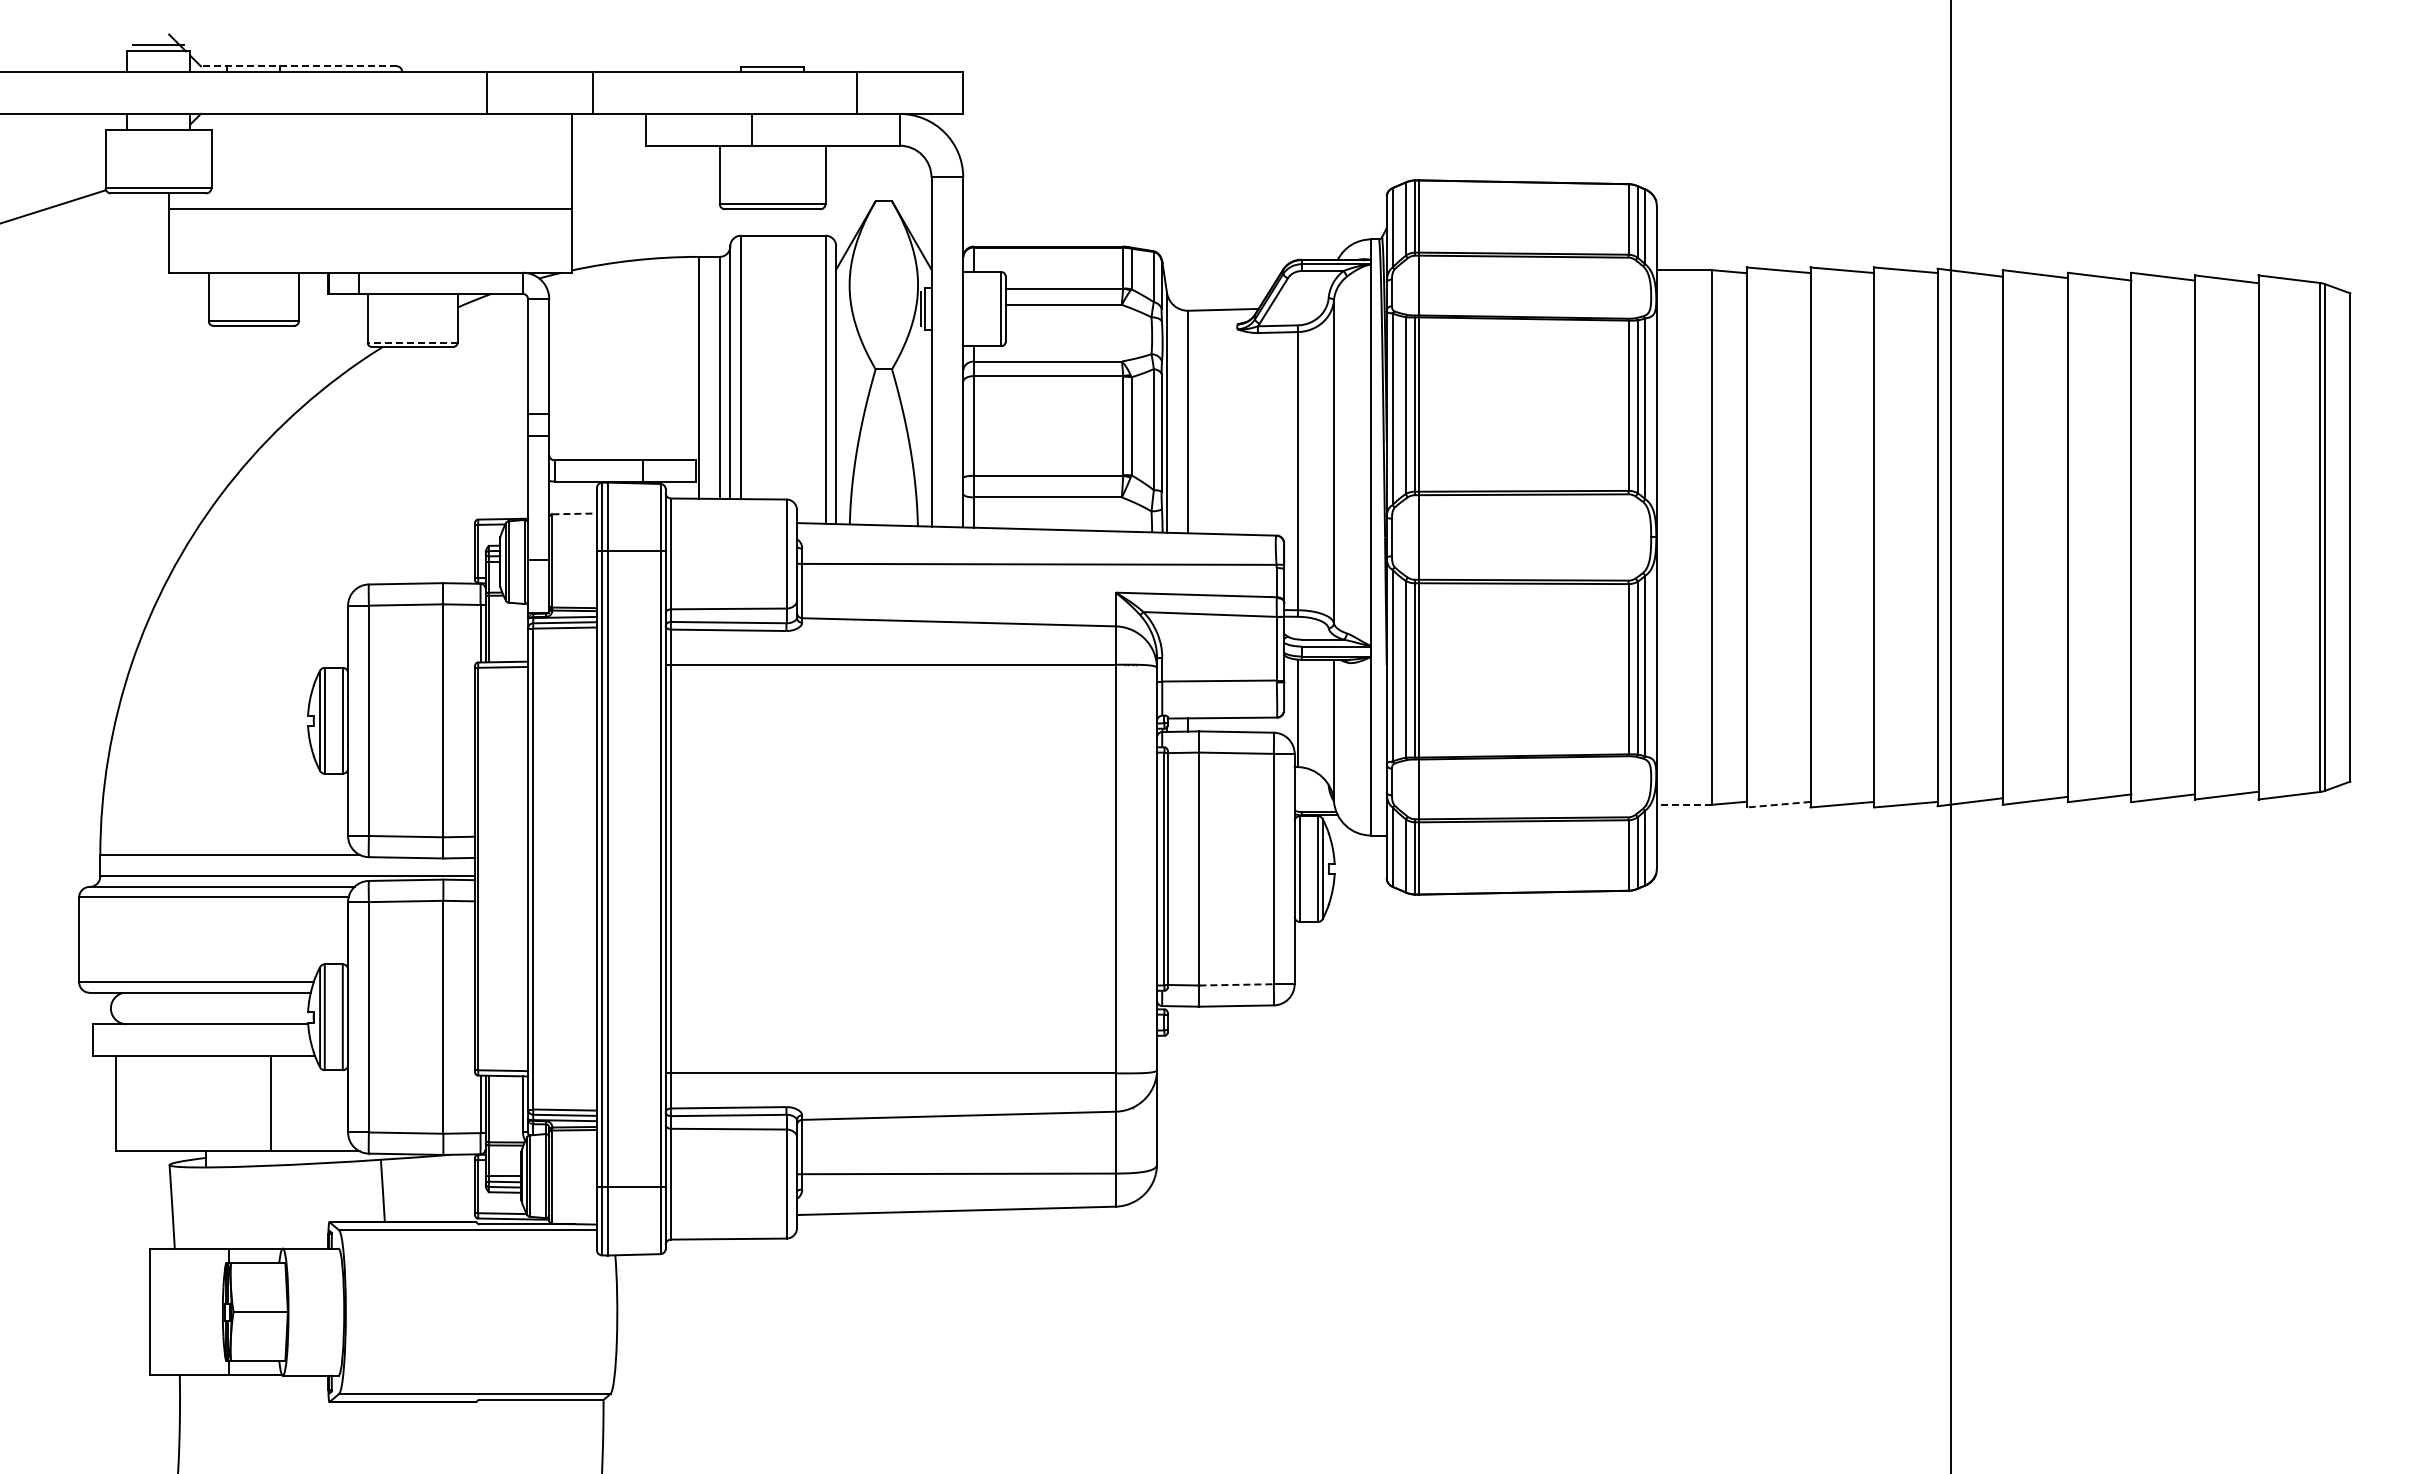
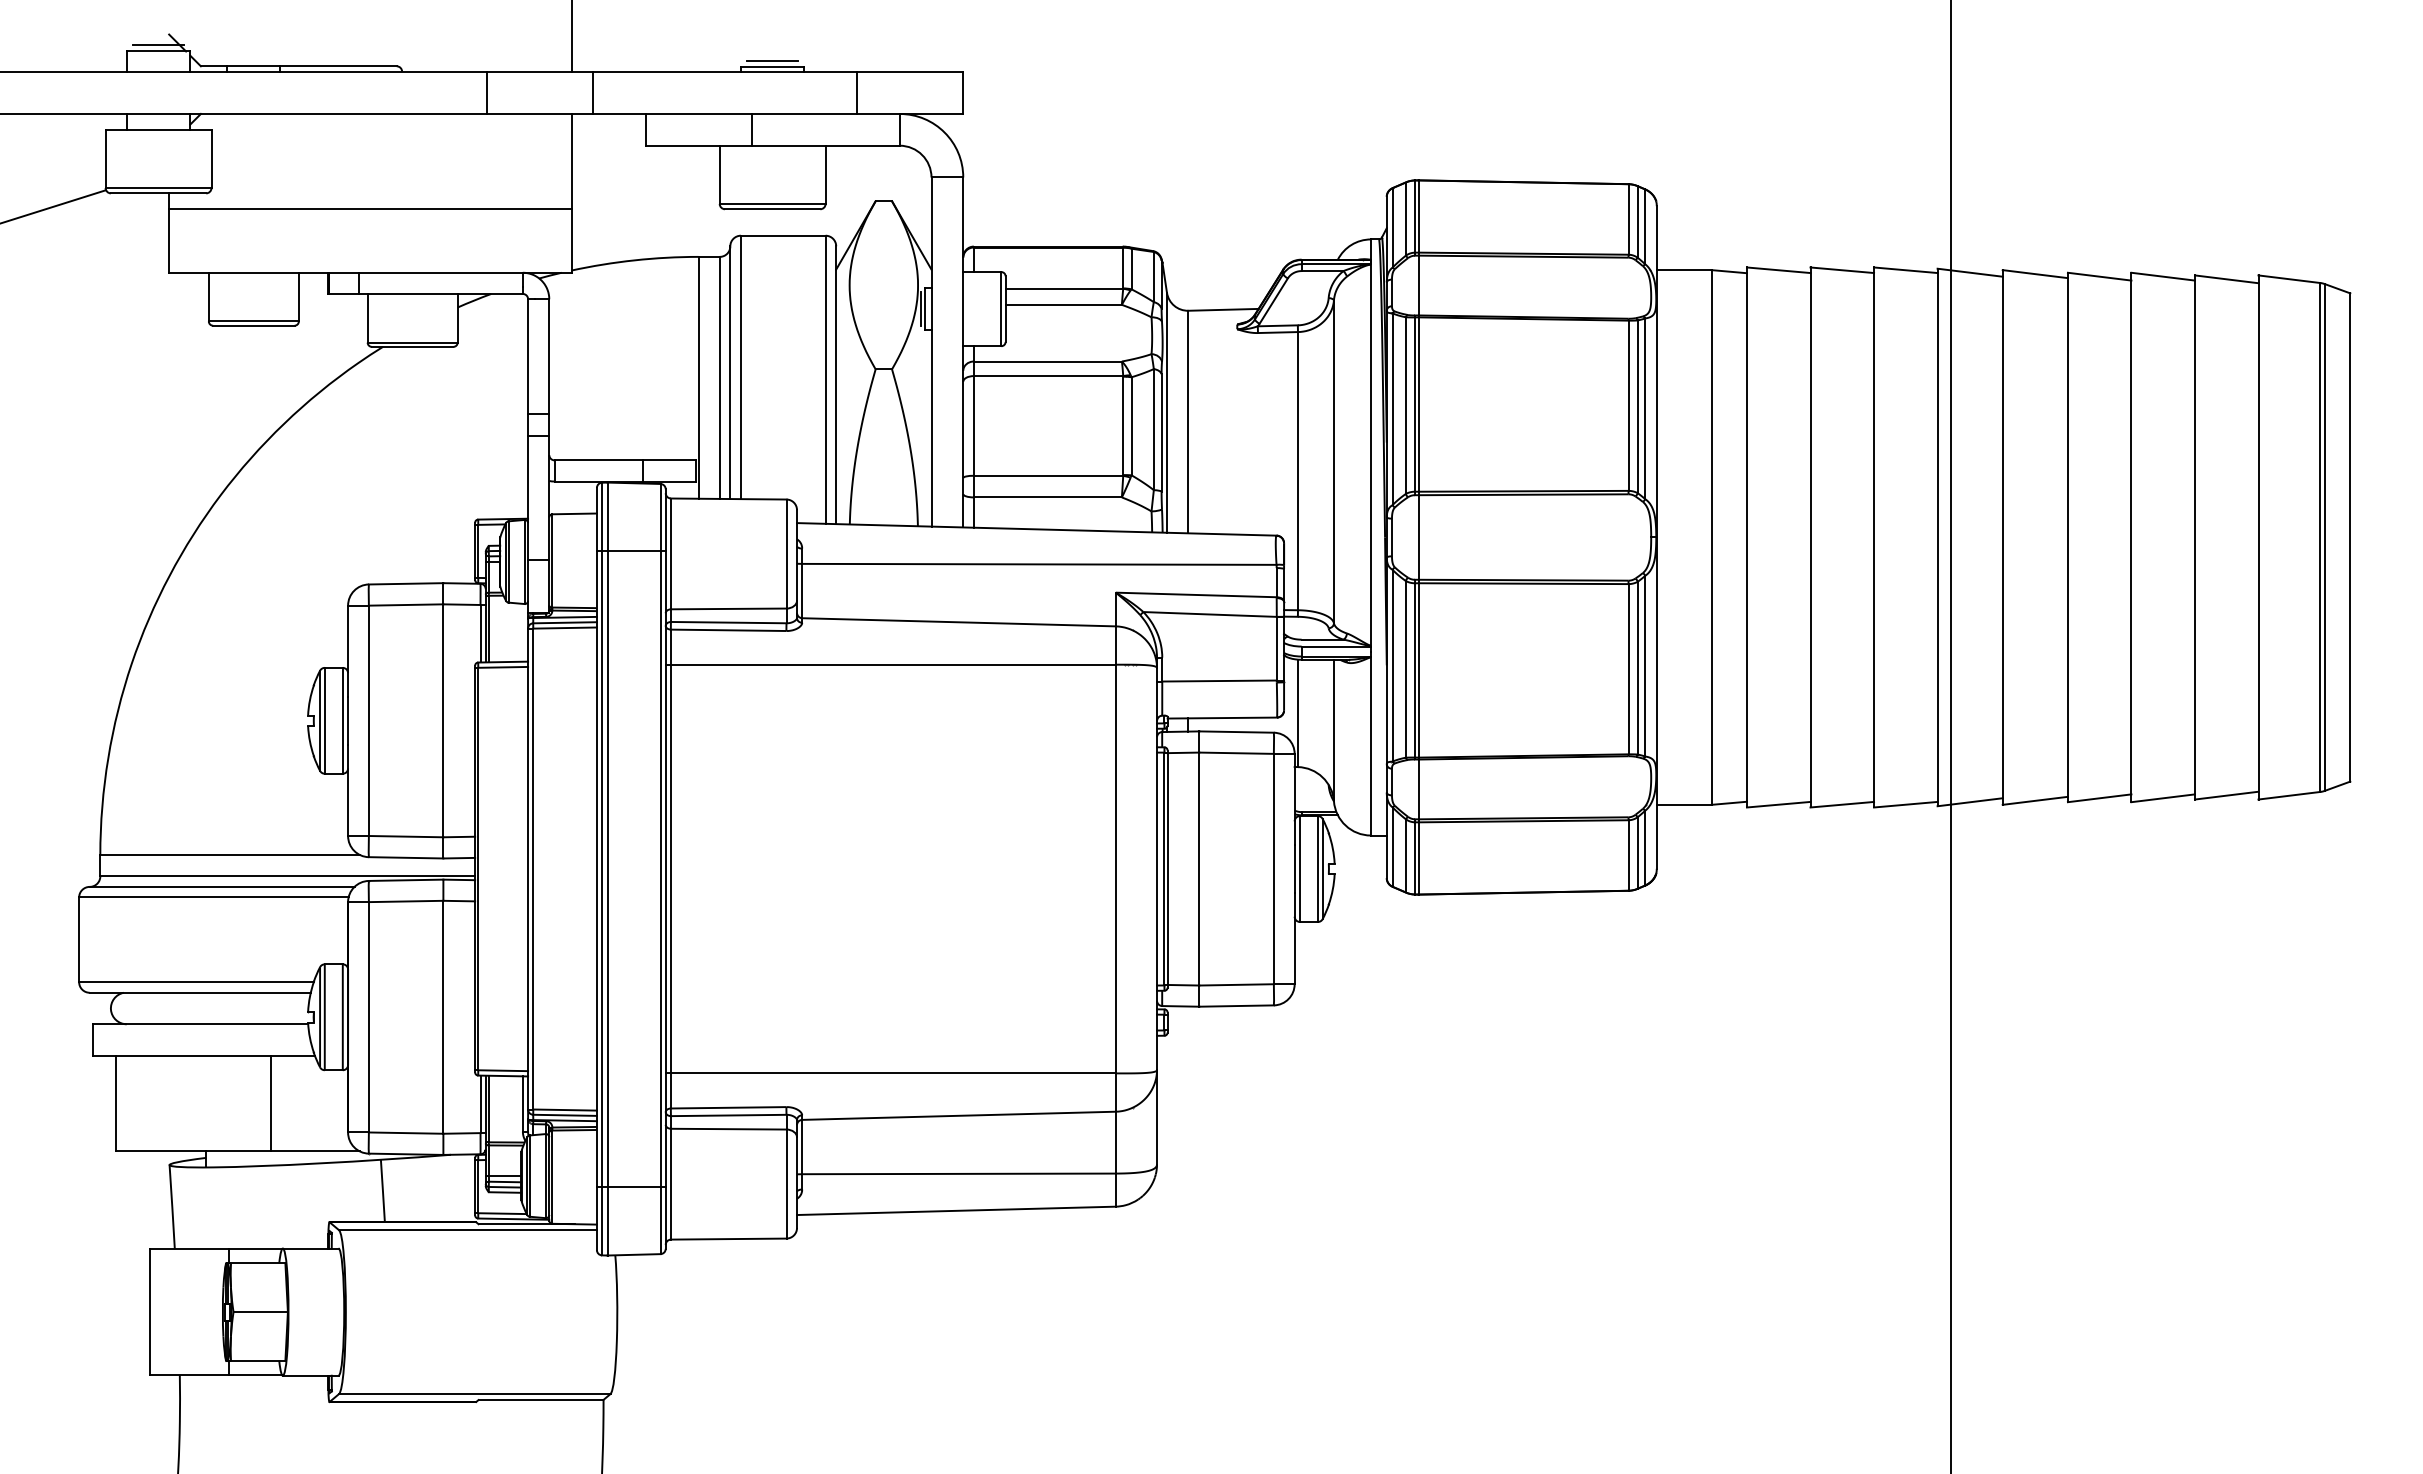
line at (571, 36): none -> present
line at (772, 61): none -> present
line at (298, 66): dashed -> solid
line at (412, 342): dashed -> solid
line at (575, 513): dashed -> solid
line at (1683, 804): dashed -> solid
line at (1778, 804): dashed -> solid
line at (1237, 984): dashed -> solid
